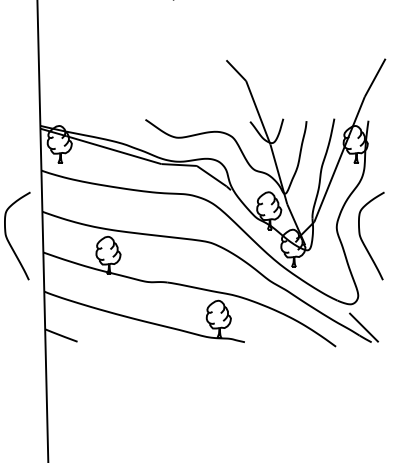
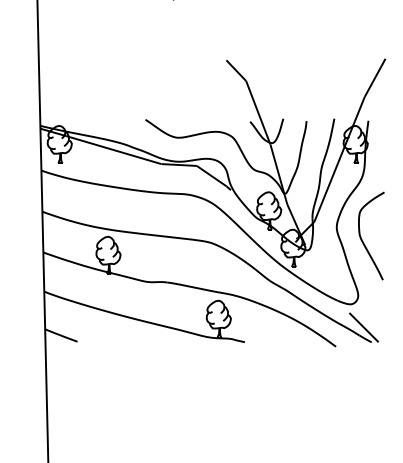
curve at (8, 239): present -> none
